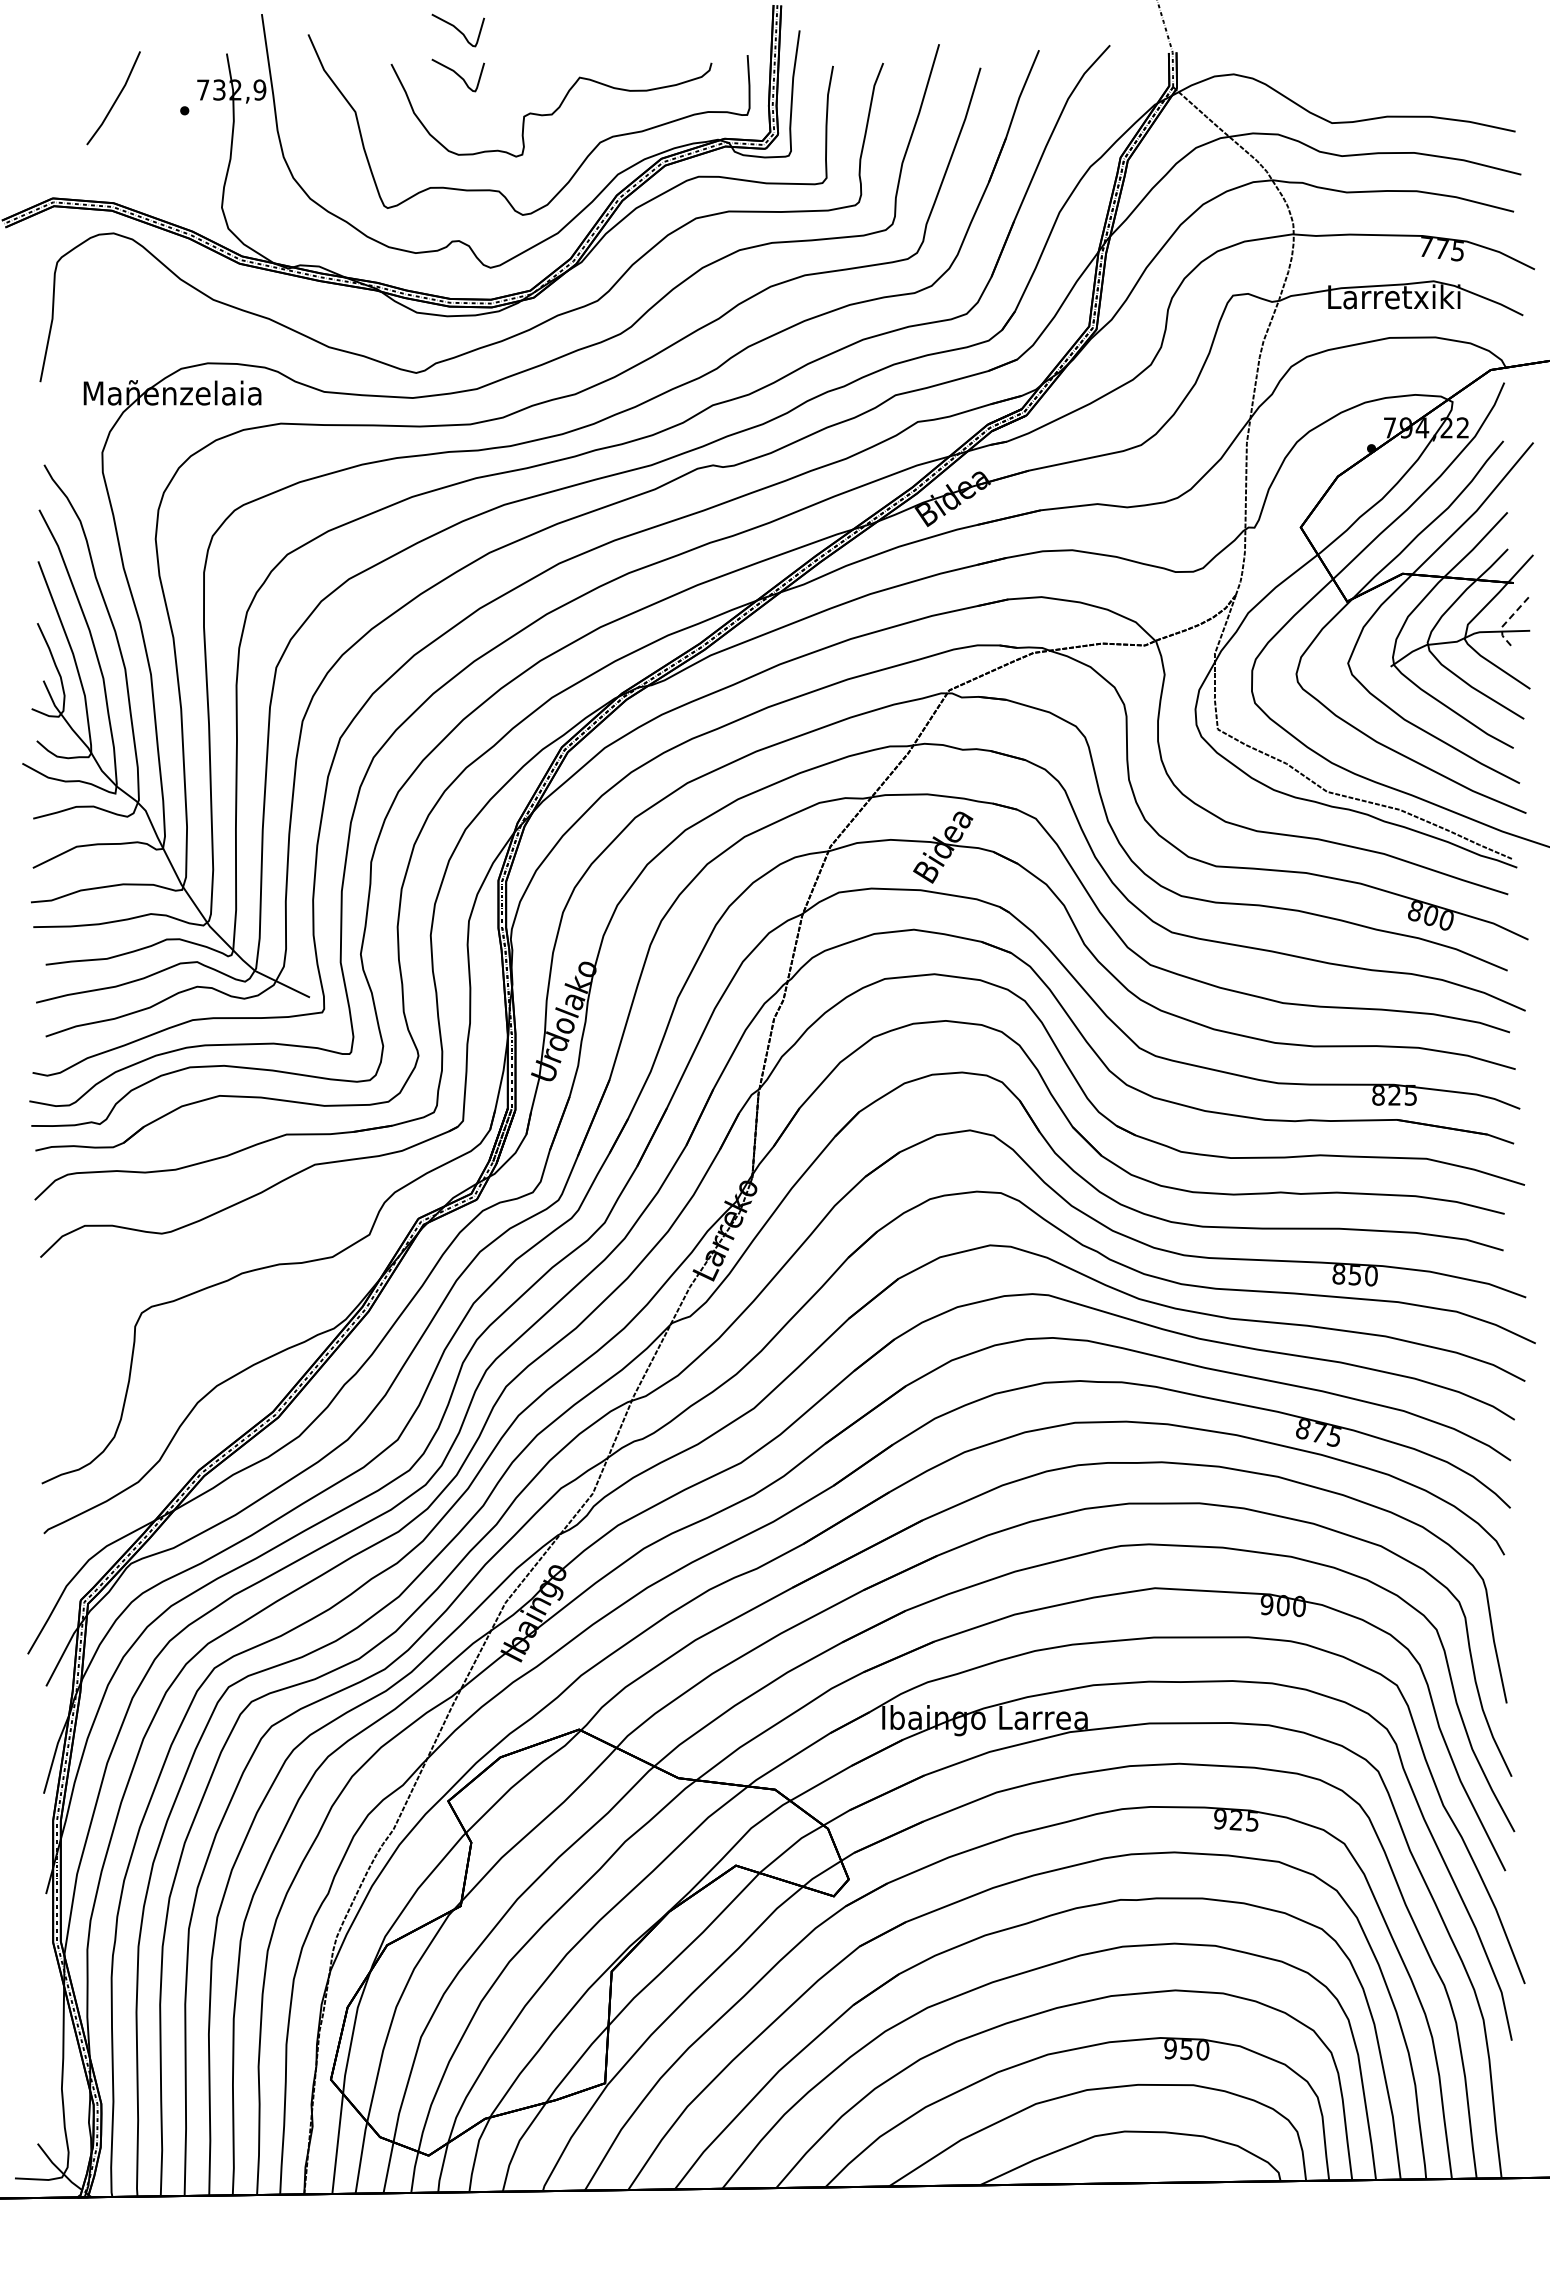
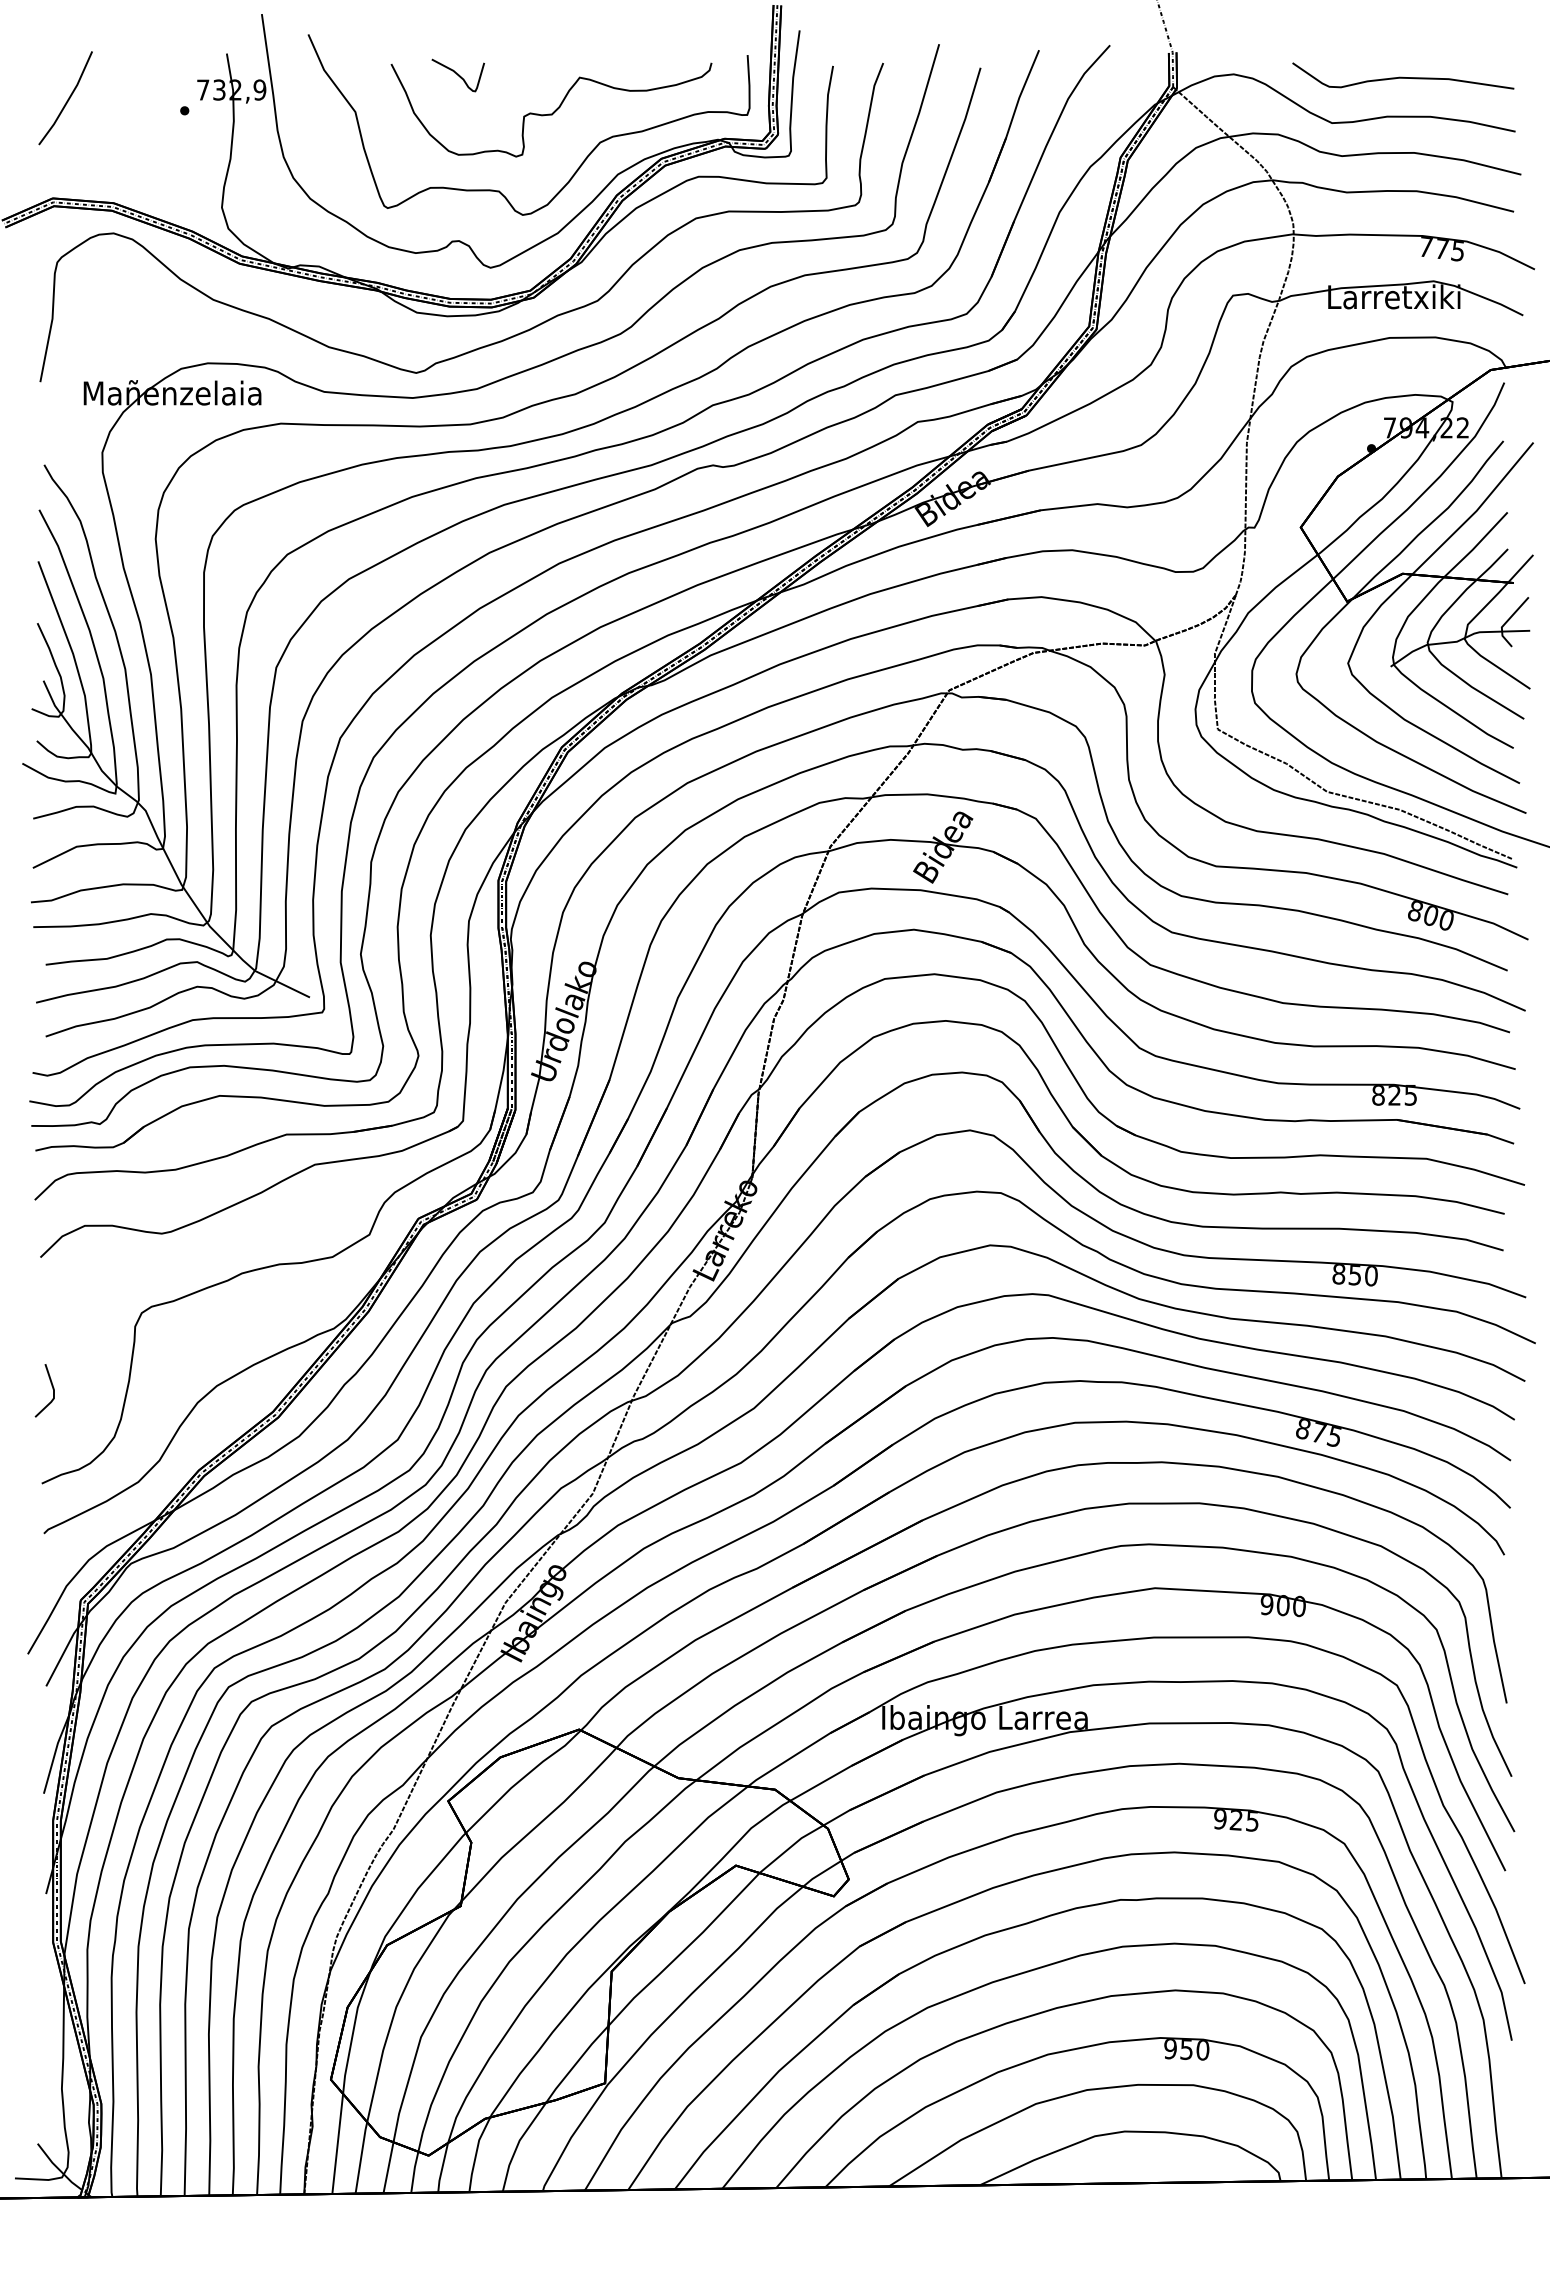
curve at (457, 30): present -> none
curve at (1402, 76): none -> present
line at (115, 99) position: (115, 99) -> (67, 99)
line at (1506, 622): dashed -> solid
line at (51, 1386): none -> present
